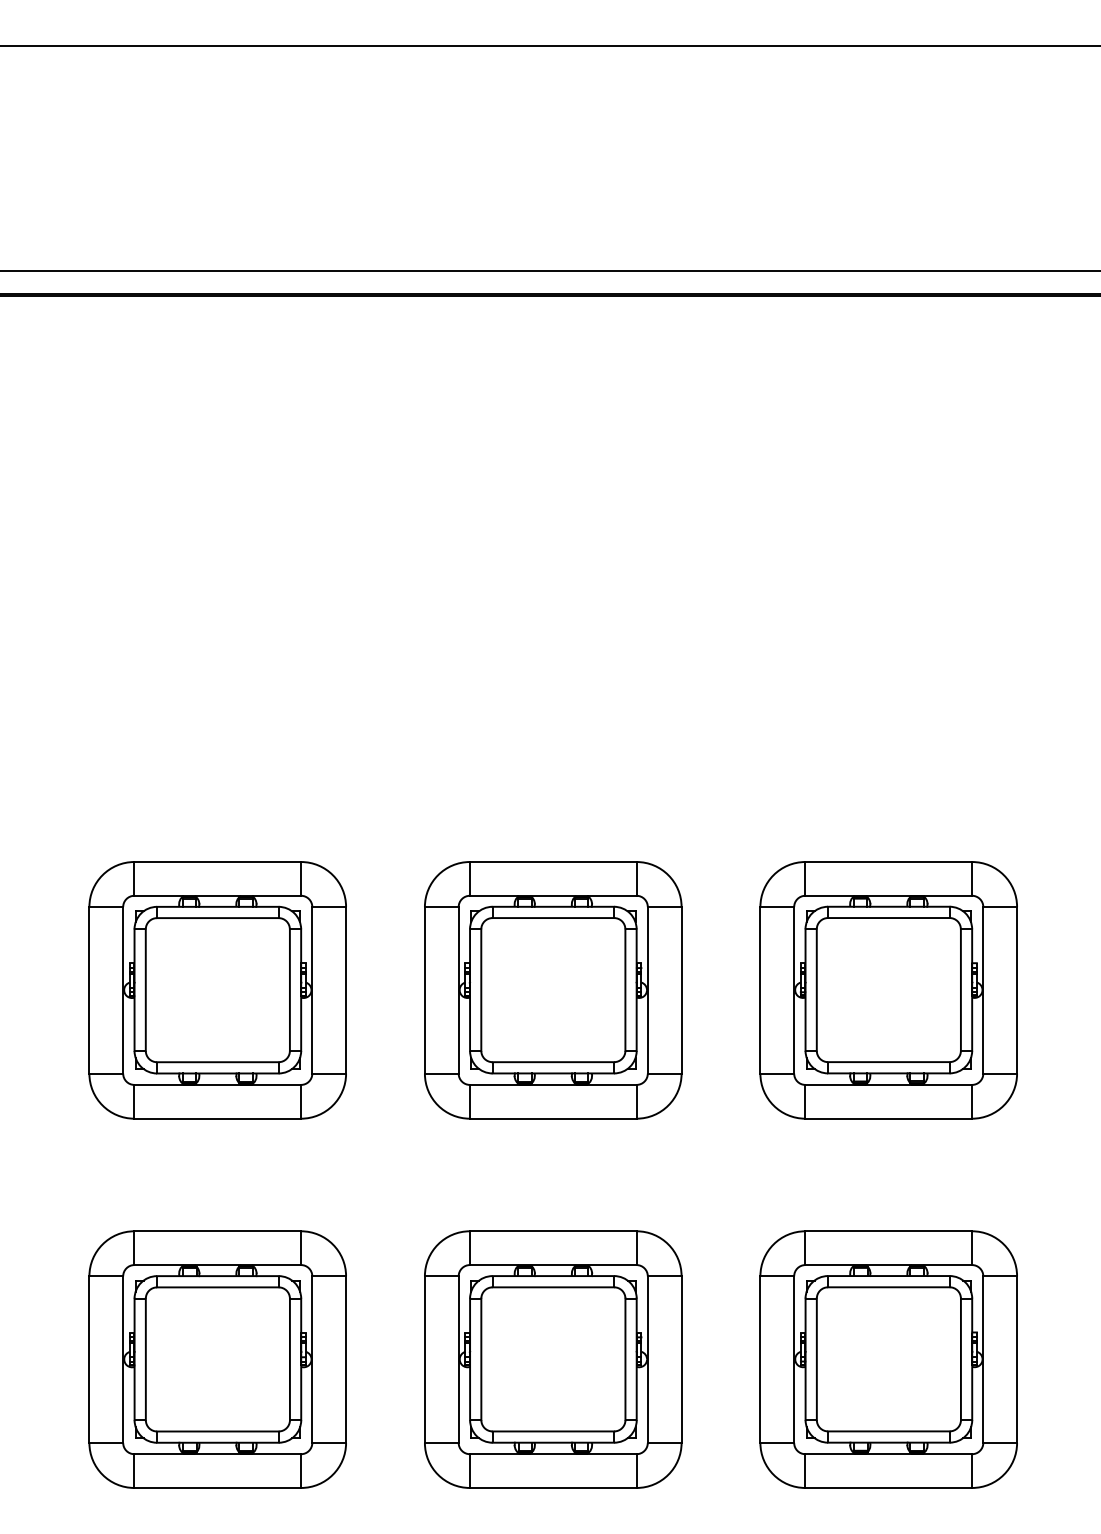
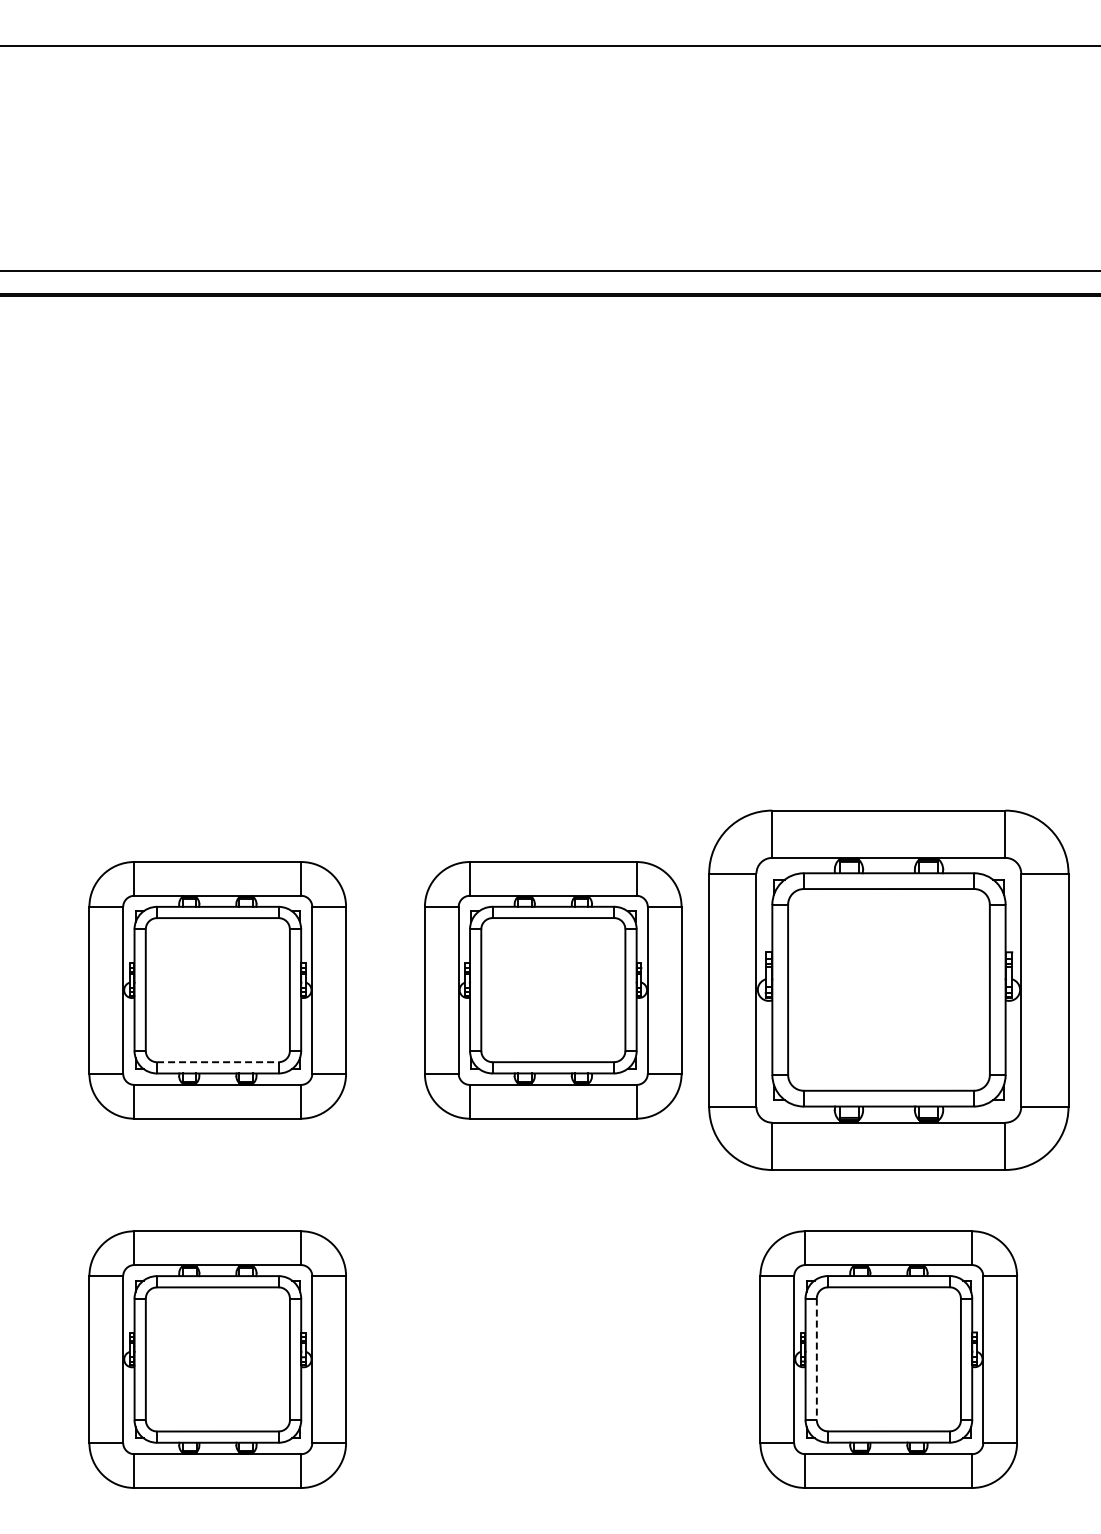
part at (888, 990) size: 259x259 px -> 362x362 px
line at (217, 1062): solid -> dashed
part at (553, 1359): present -> none
line at (816, 1359): solid -> dashed
